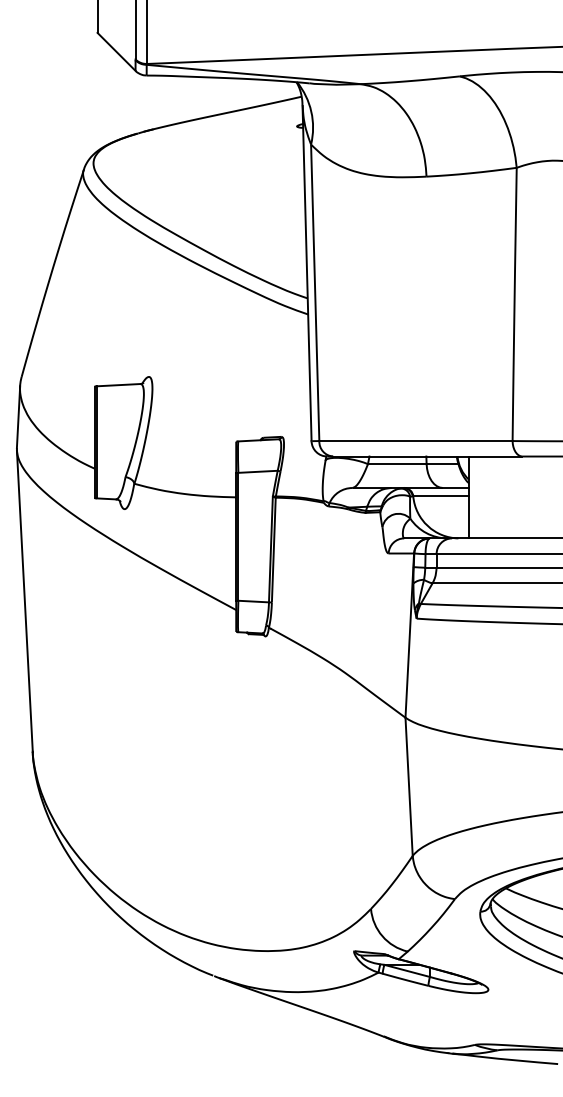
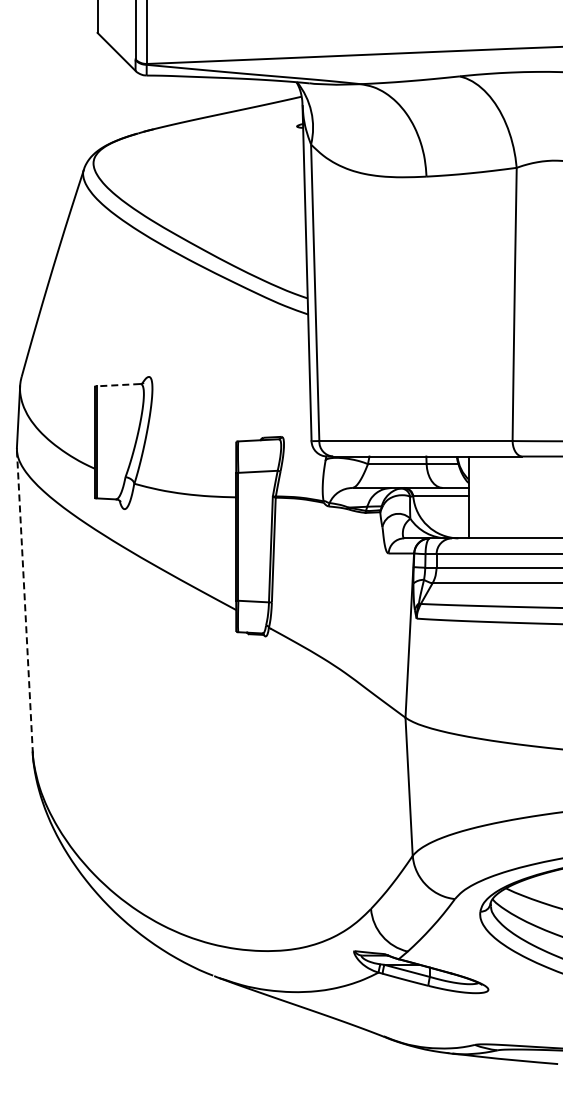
line at (118, 385): solid -> dashed
line at (24, 601): solid -> dashed
